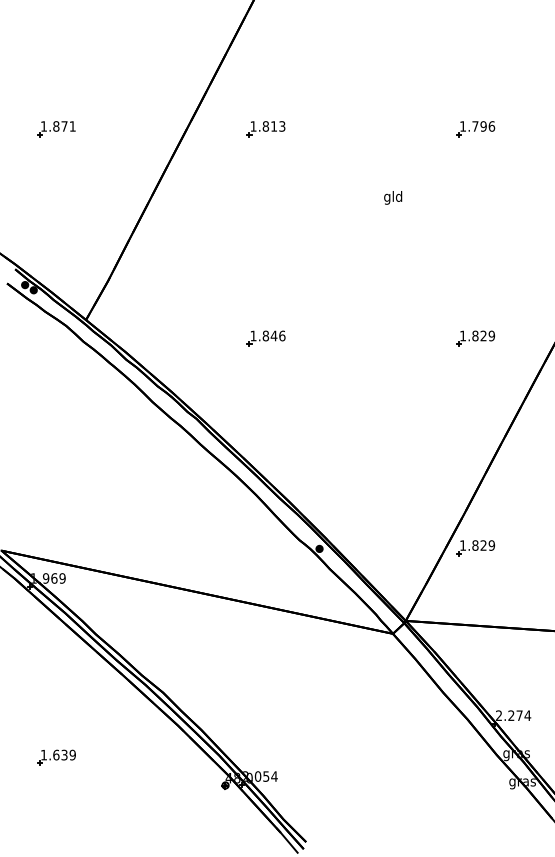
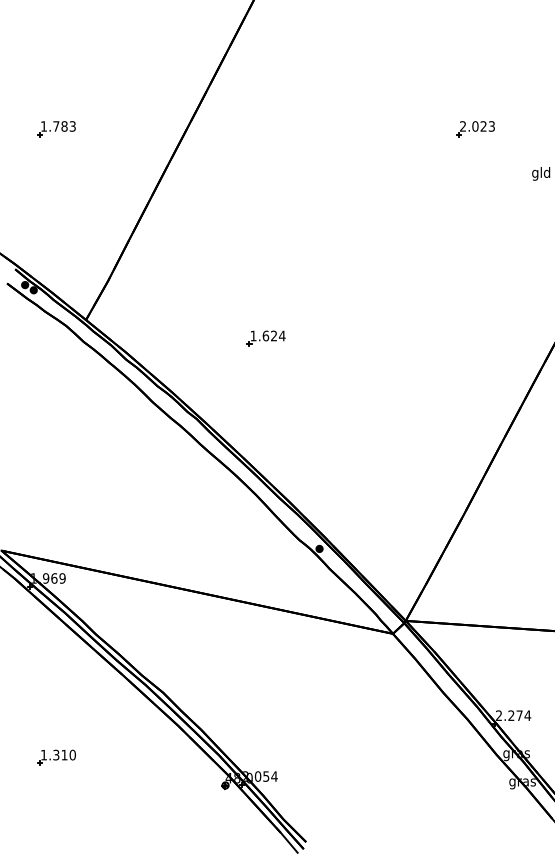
text at (64, 126): 1.871 -> 1.783
text at (477, 126): 1.796 -> 2.023
part at (265, 129): present -> none
text at (393, 197) position: (393, 197) -> (541, 173)
text at (273, 335): 1.846 -> 1.624
part at (475, 338): present -> none
part at (475, 548): present -> none
text at (64, 754): 1.639 -> 1.310
